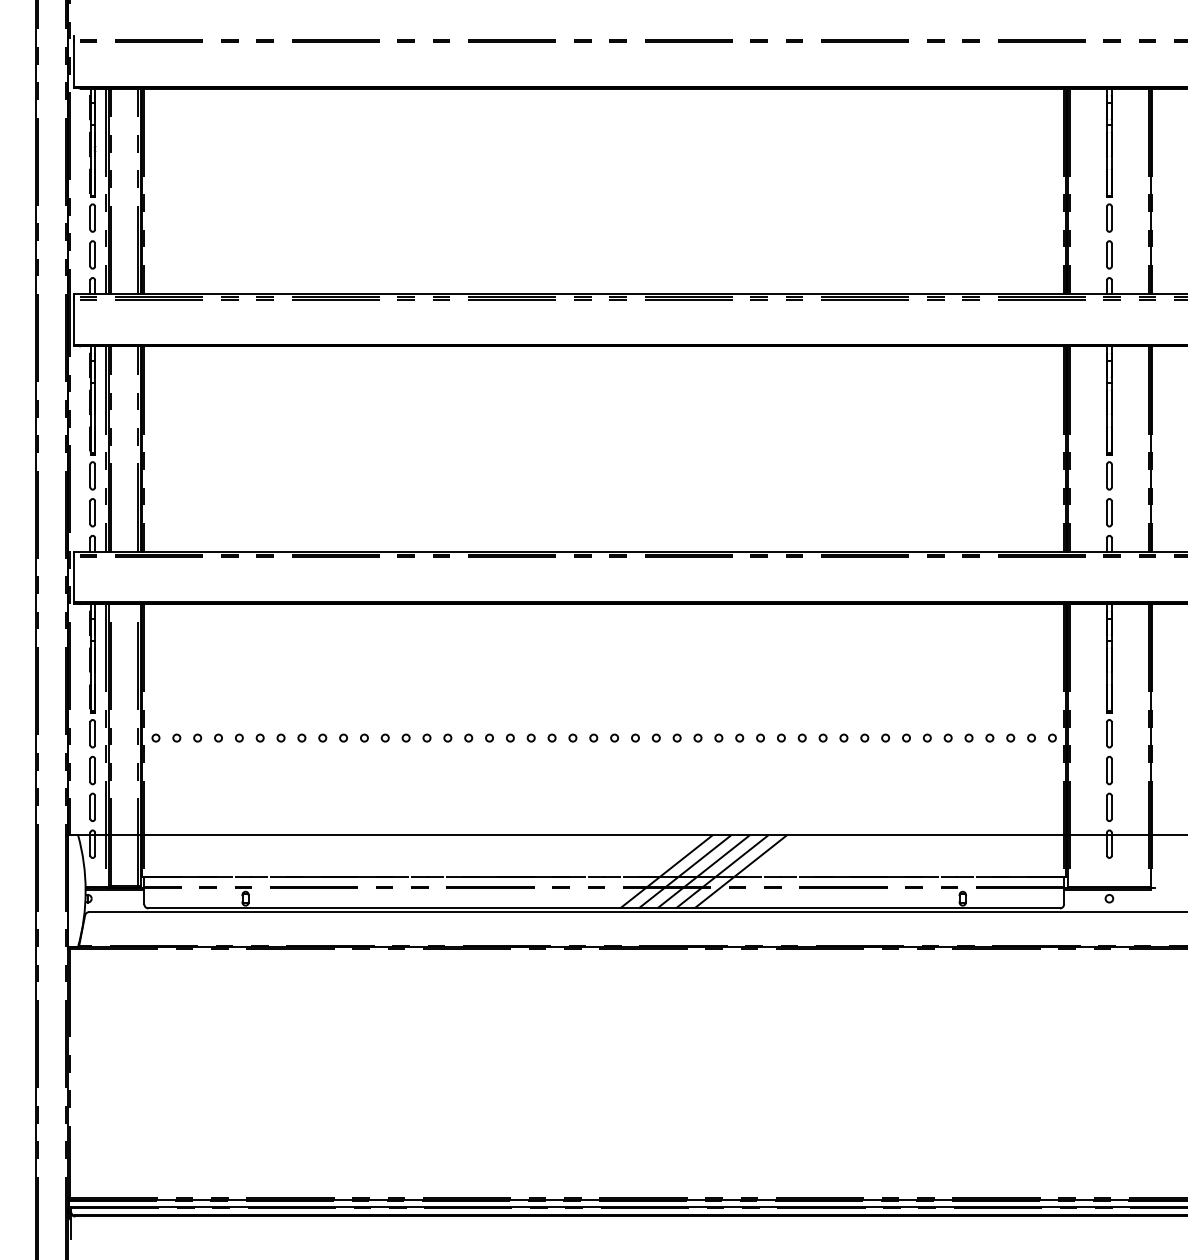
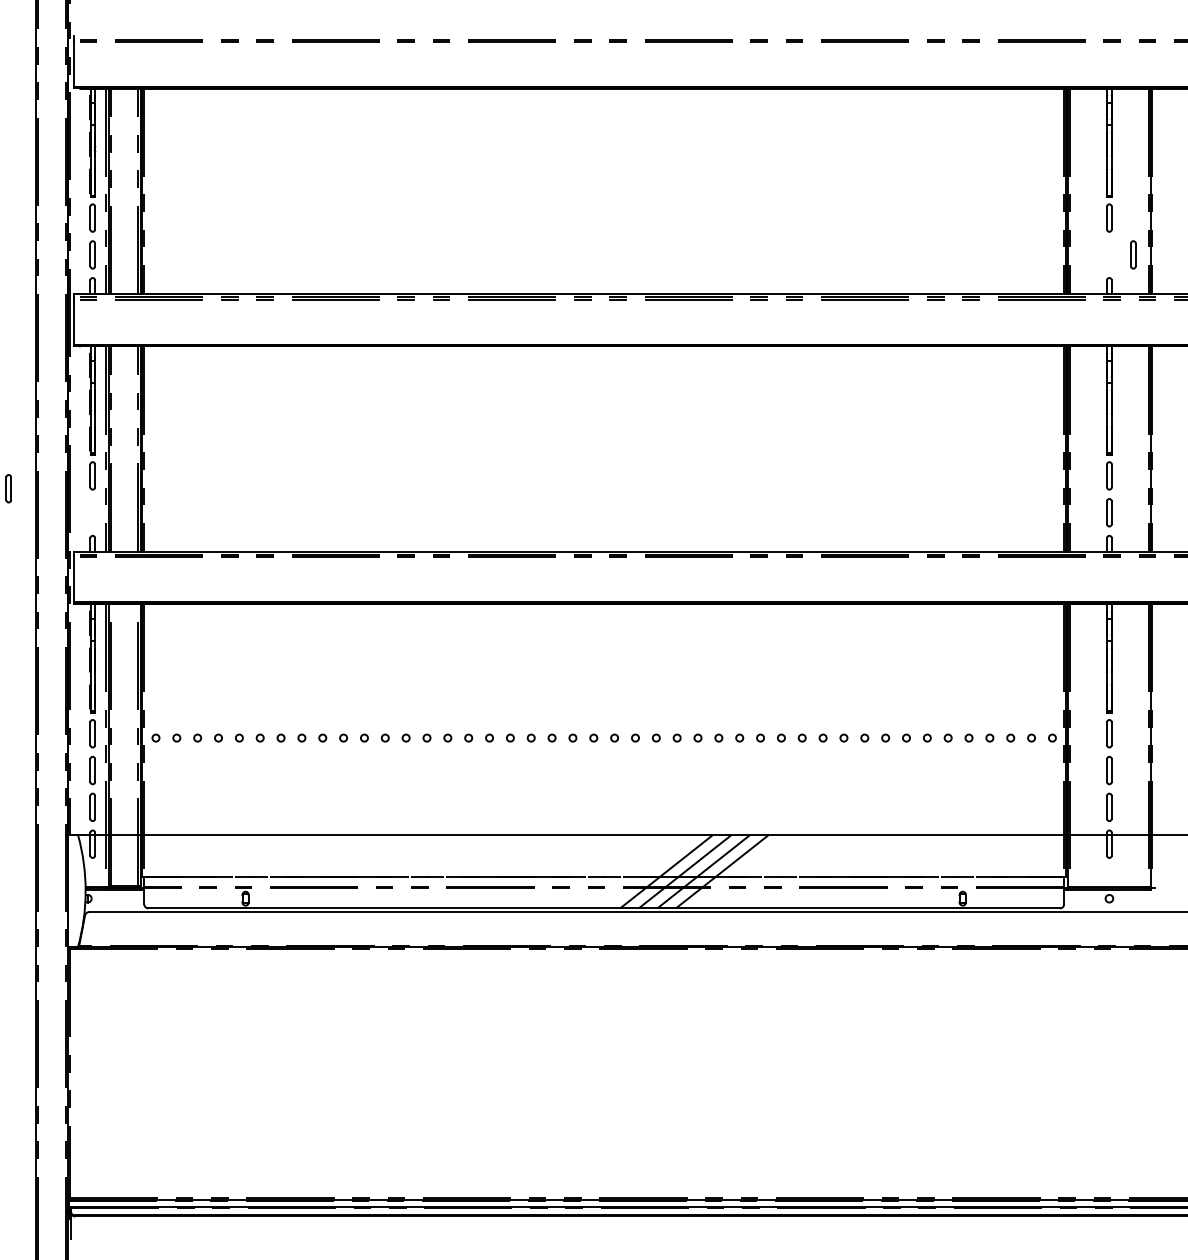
part at (1109, 254) position: (1109, 254) -> (1133, 254)
part at (92, 512) position: (92, 512) -> (8, 488)
line at (740, 871): present -> none
